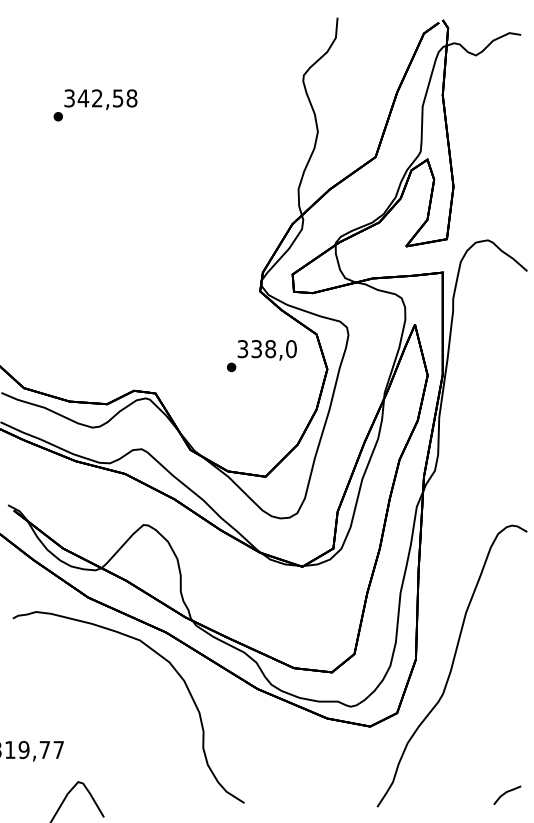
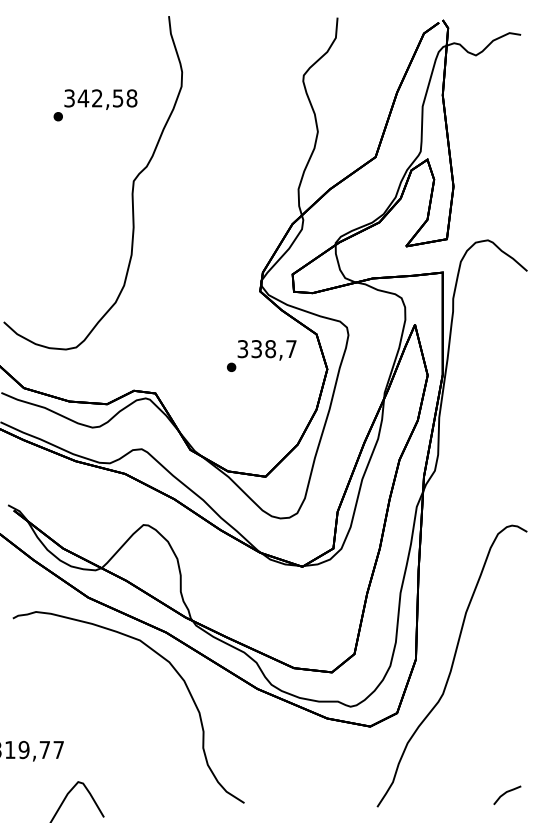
curve at (131, 191): none -> present
text at (291, 349): 338,0 -> 338,7
